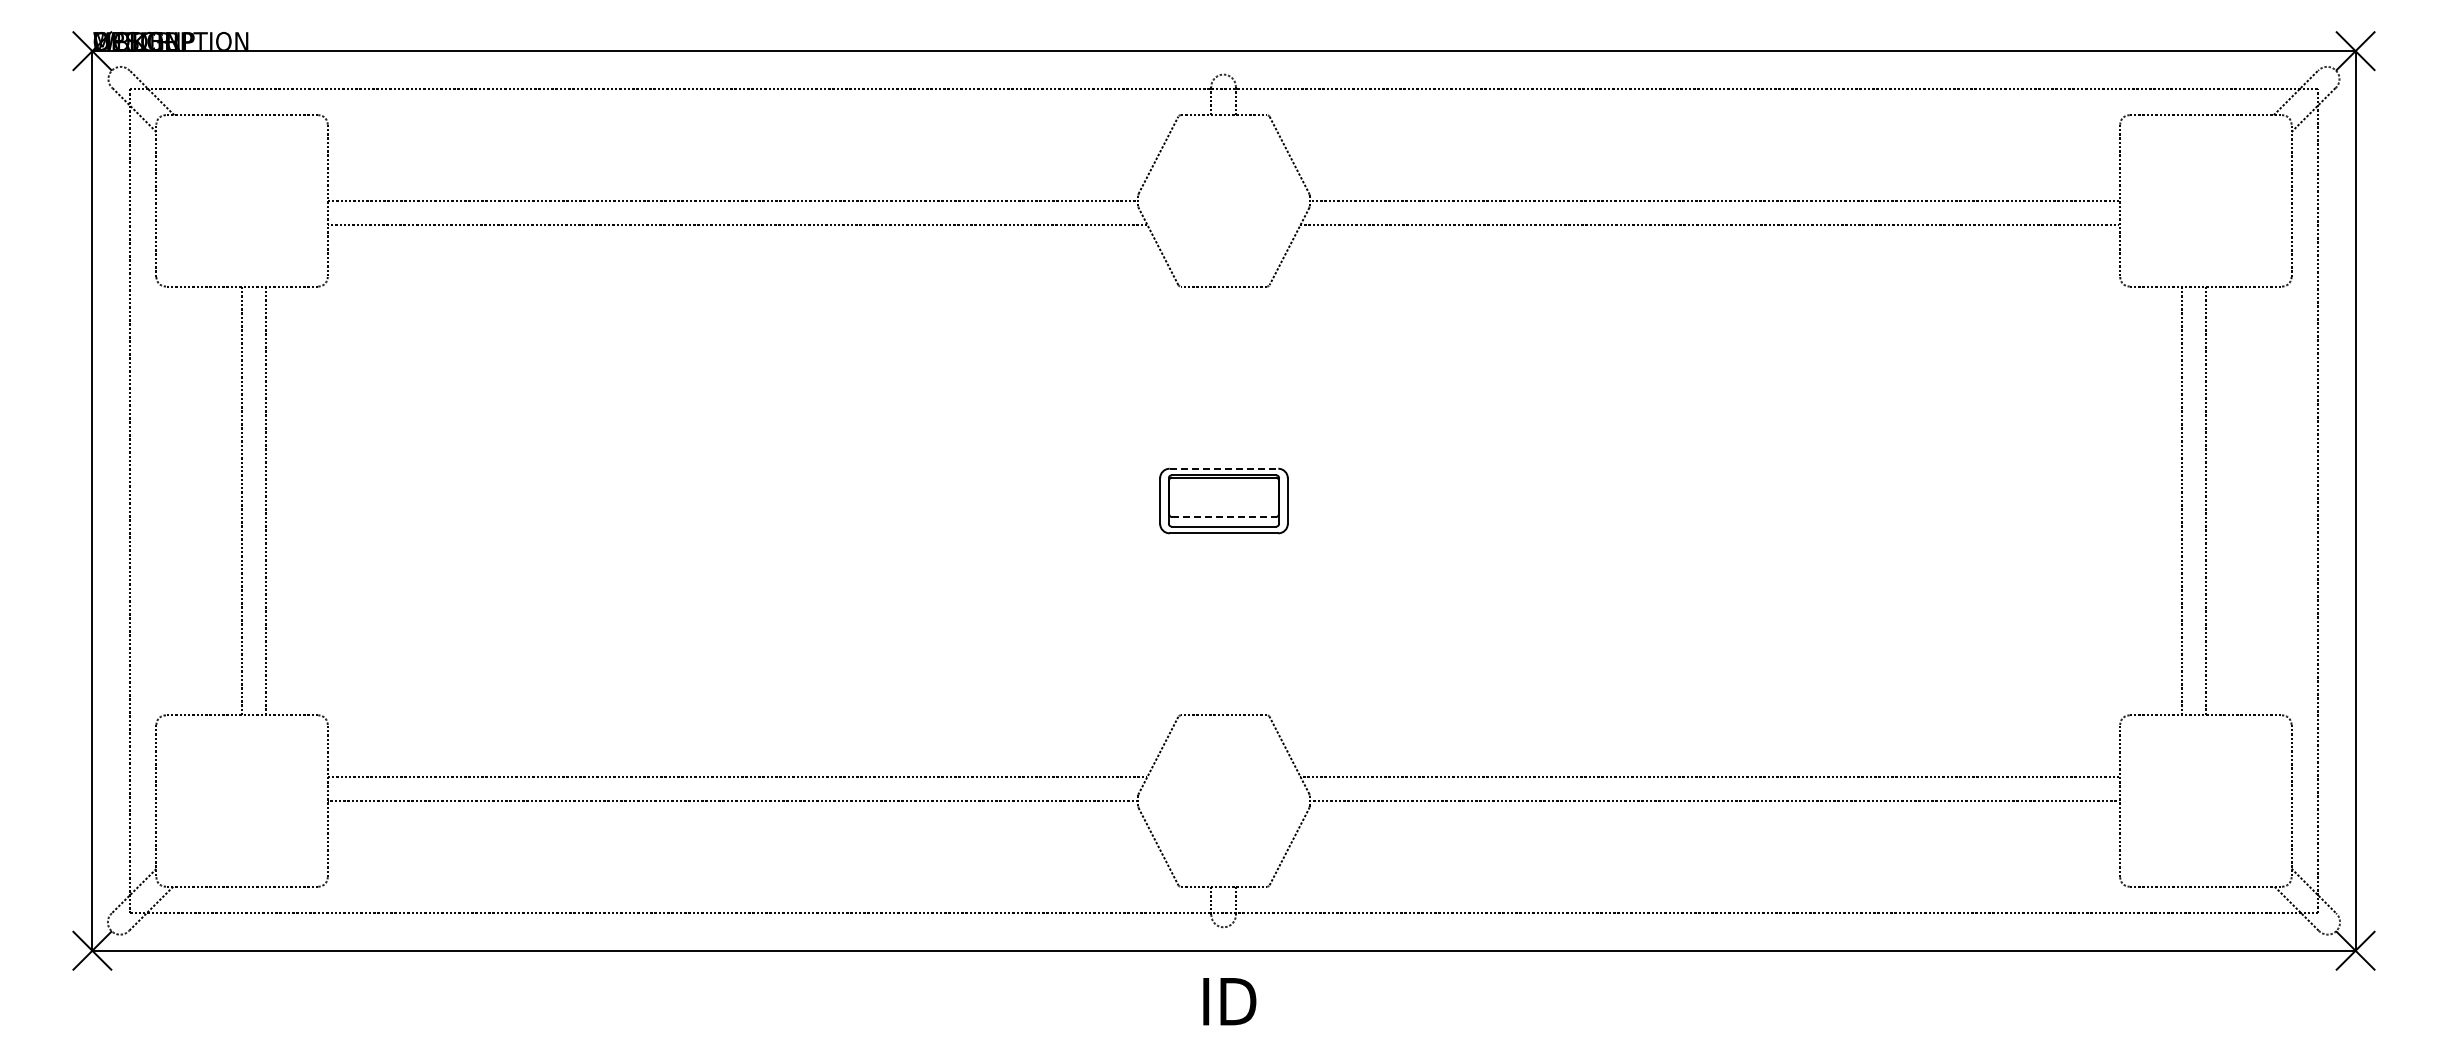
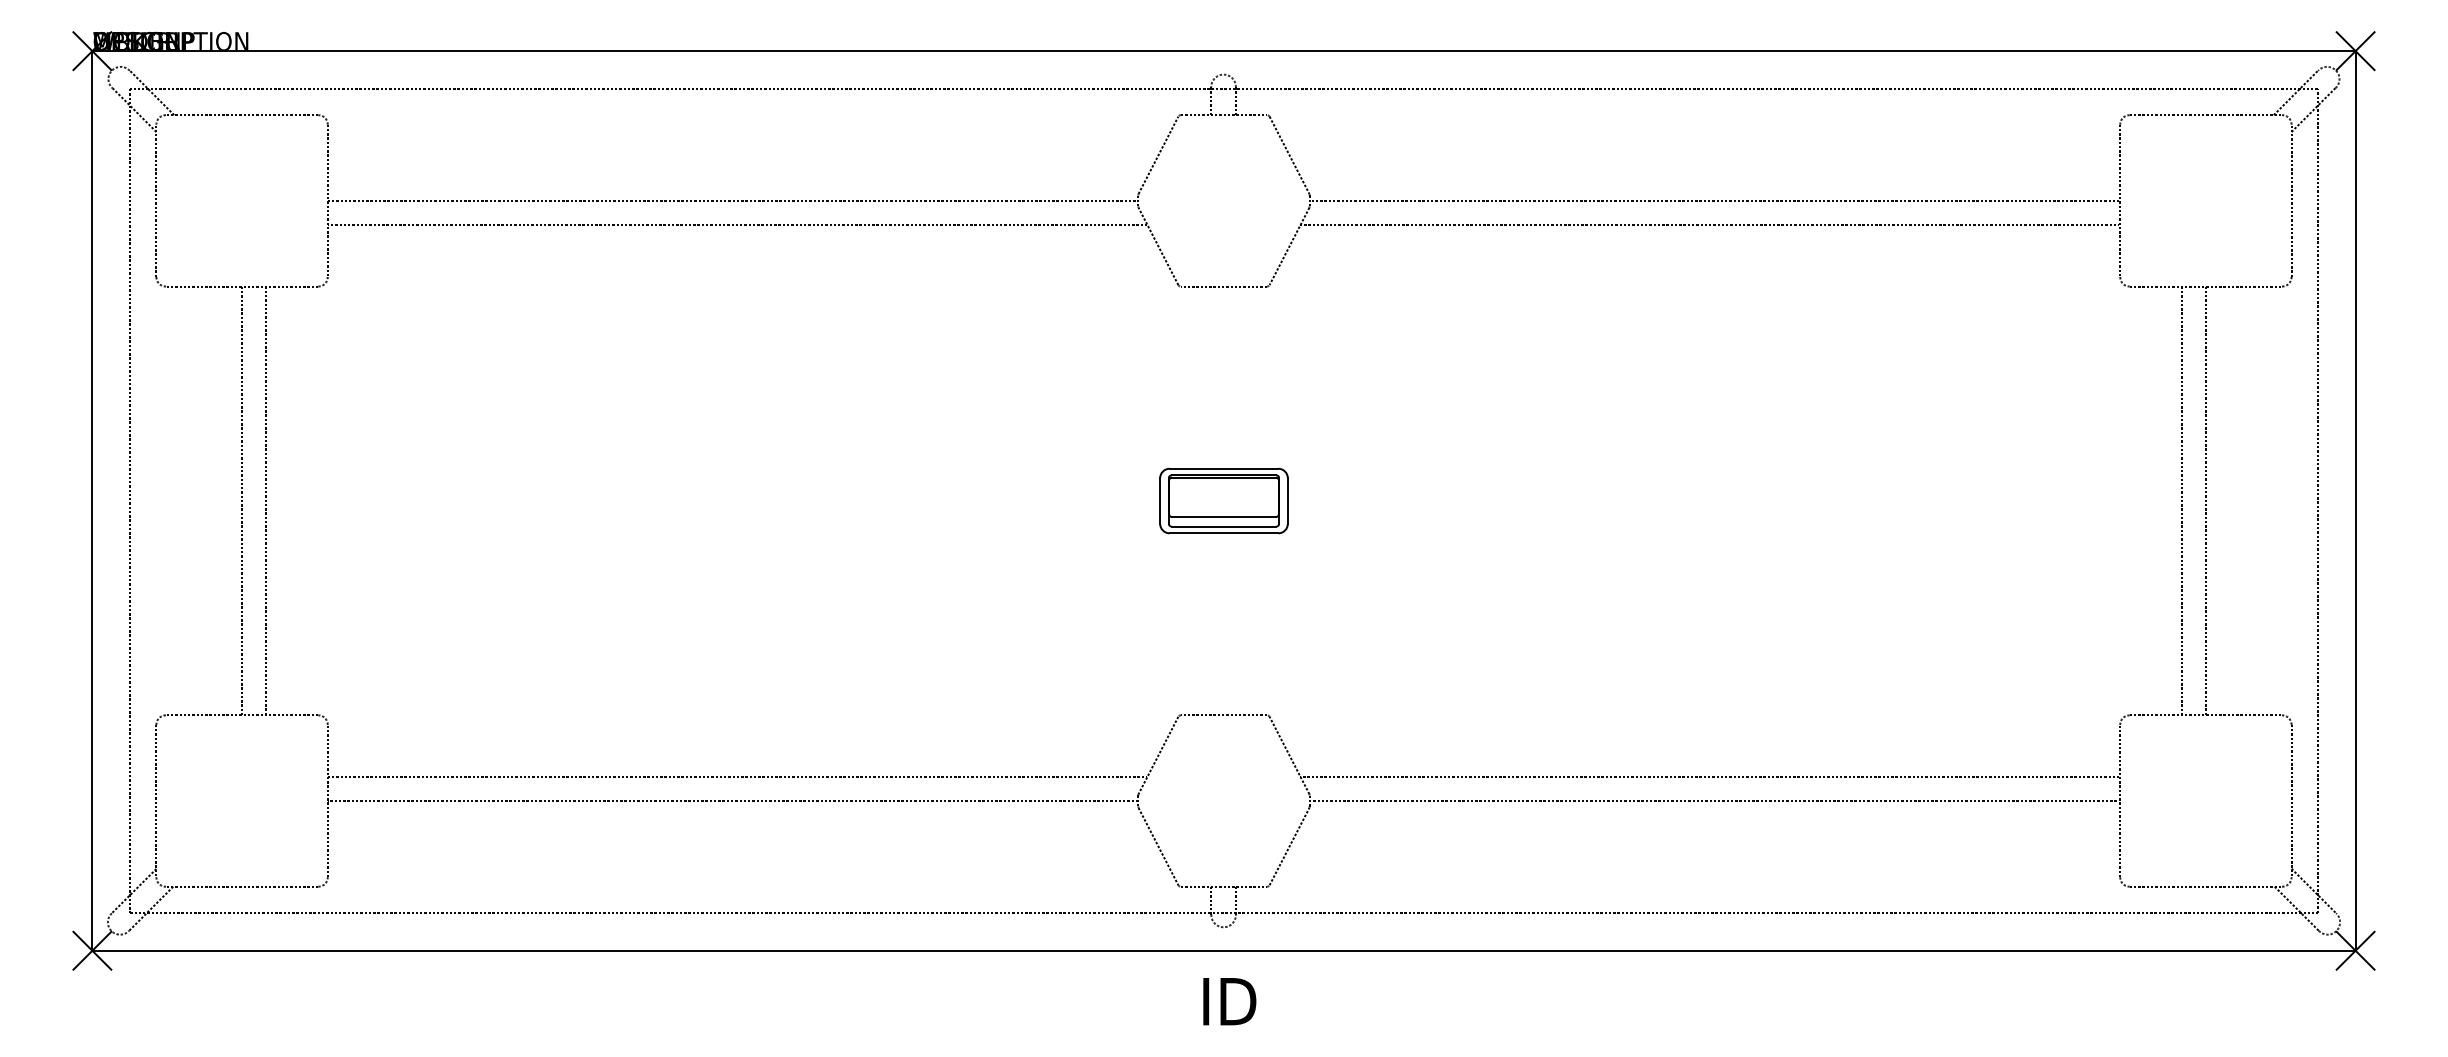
line at (1224, 468): dashed -> solid
line at (1224, 517): dashed -> solid
